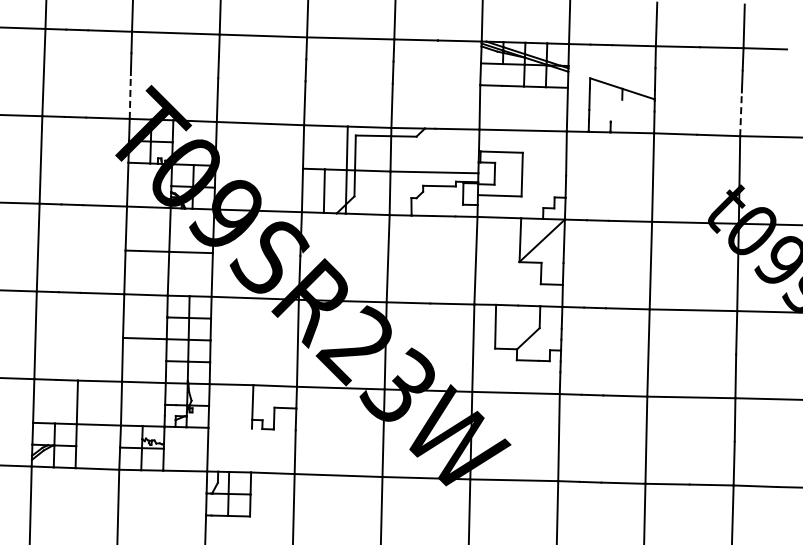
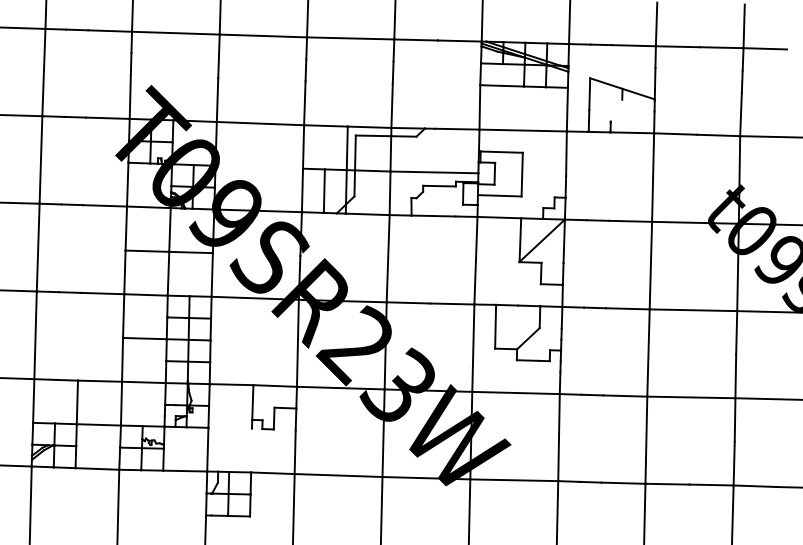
line at (130, 97): dashed -> solid
line at (741, 114): dashed -> solid
